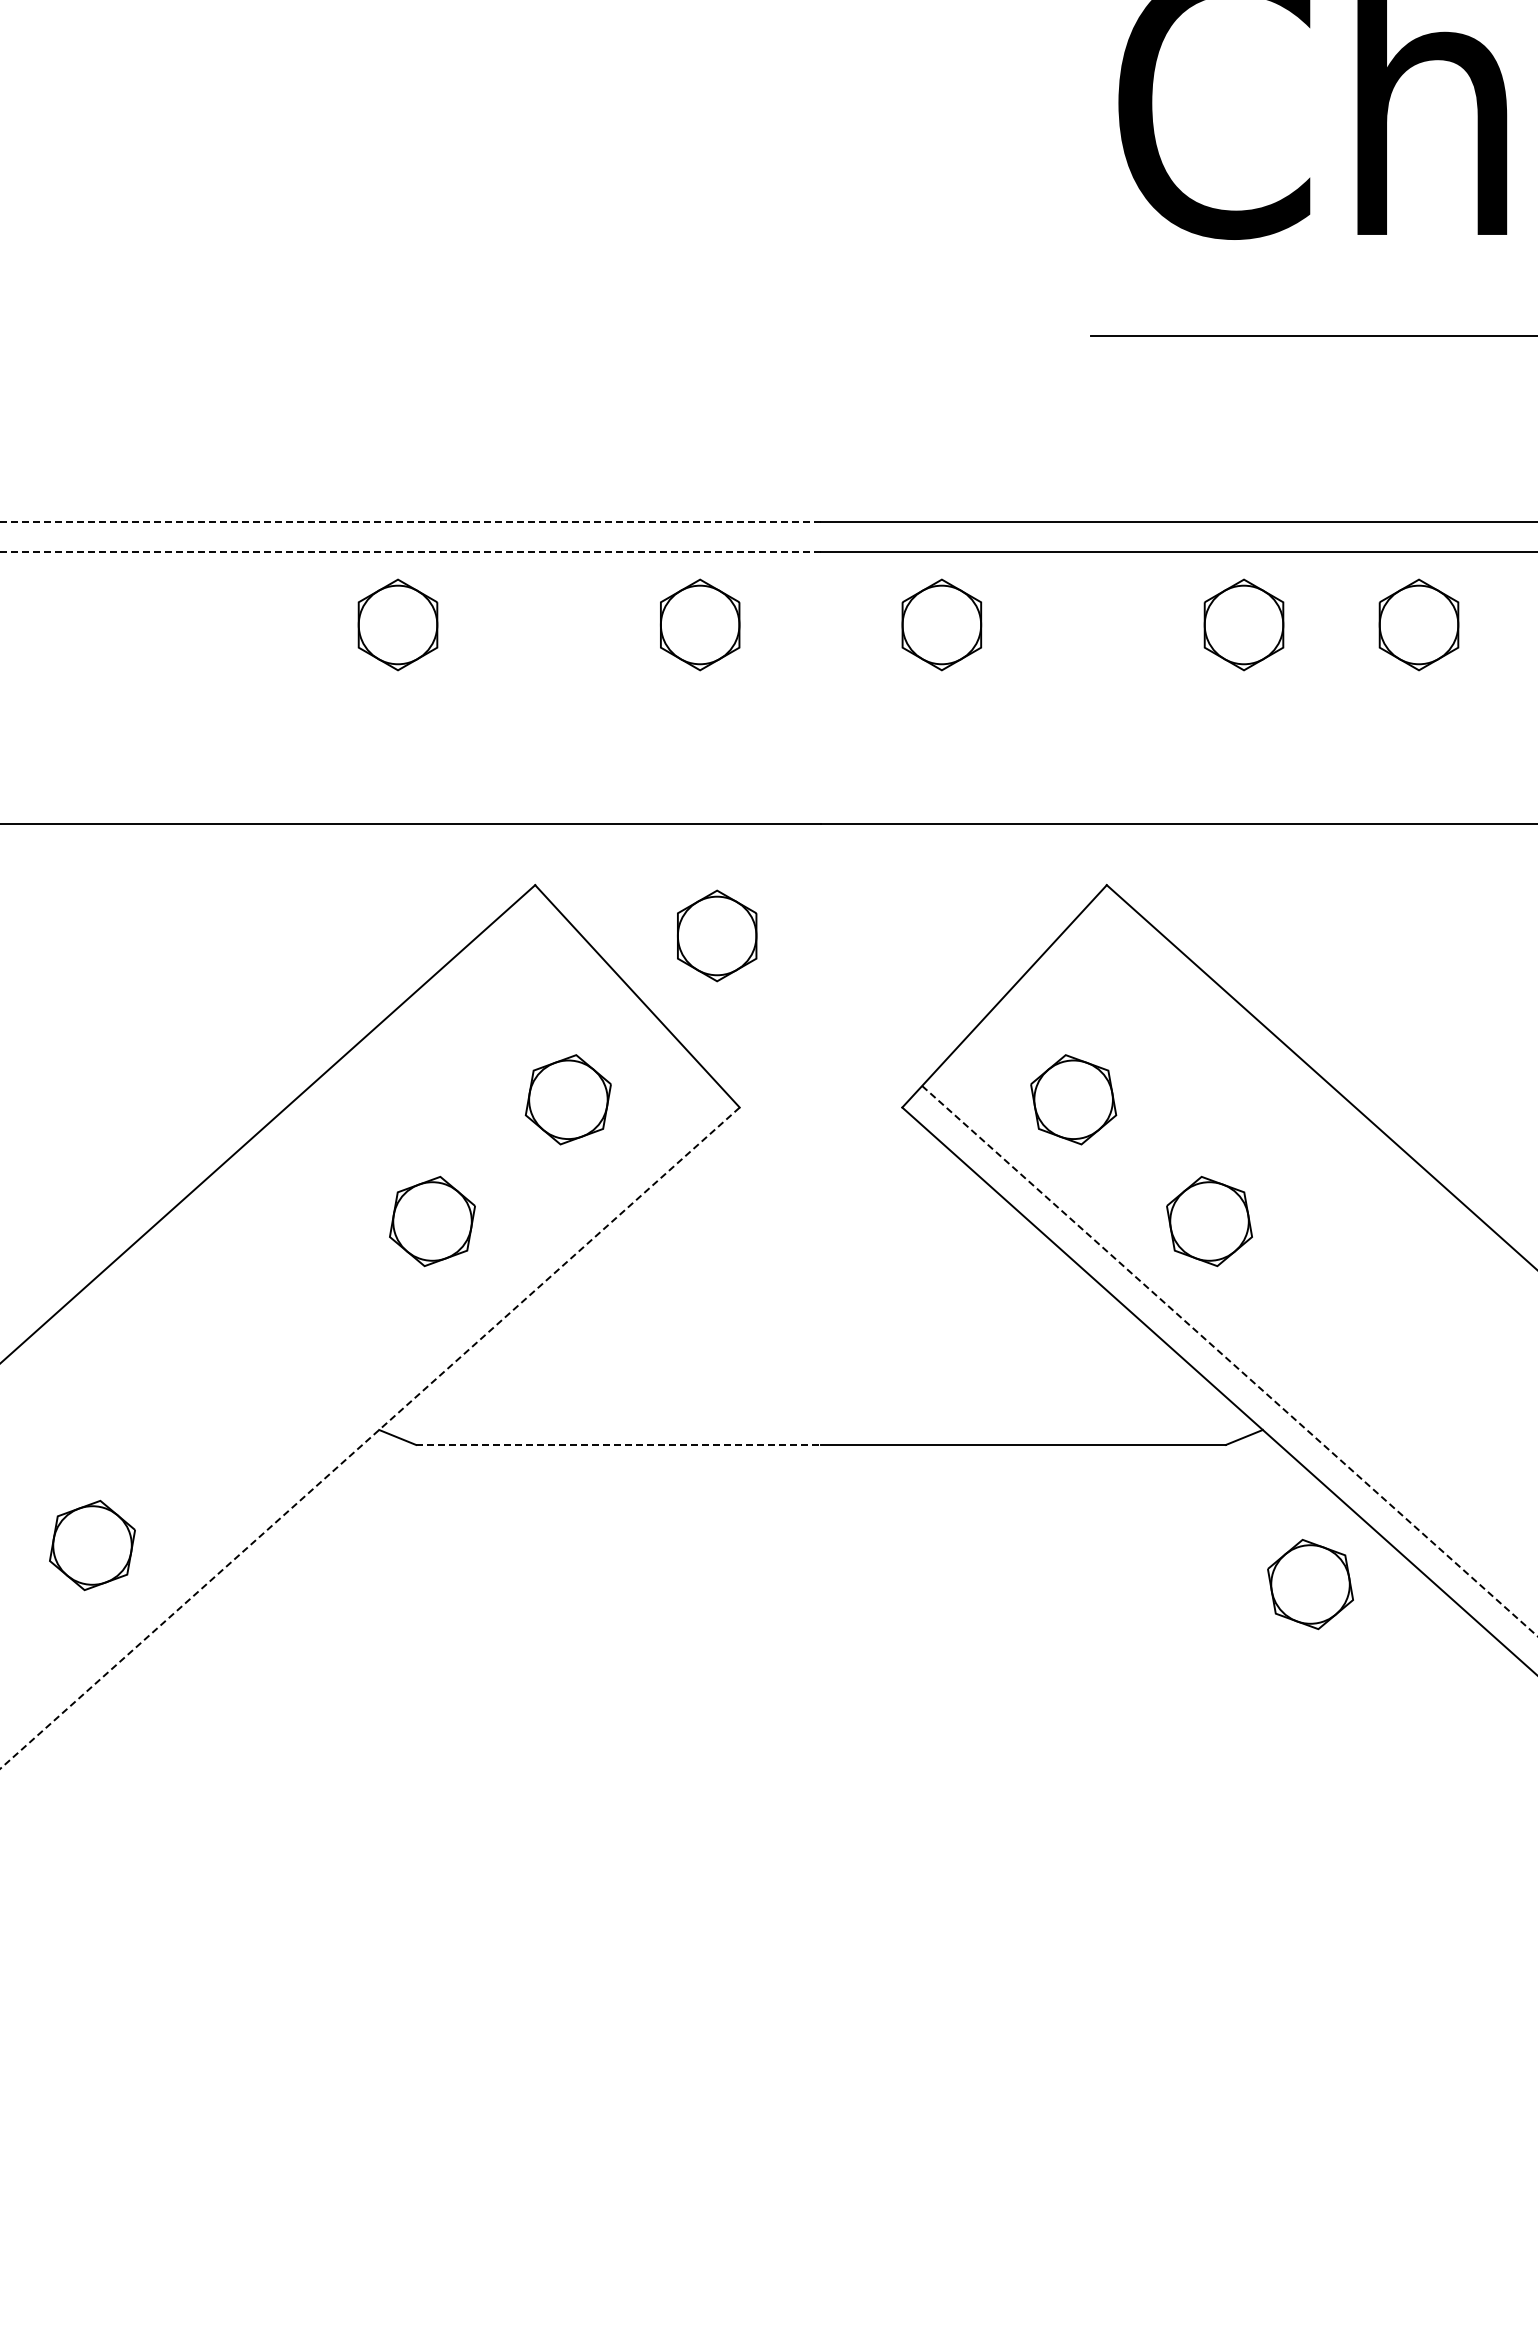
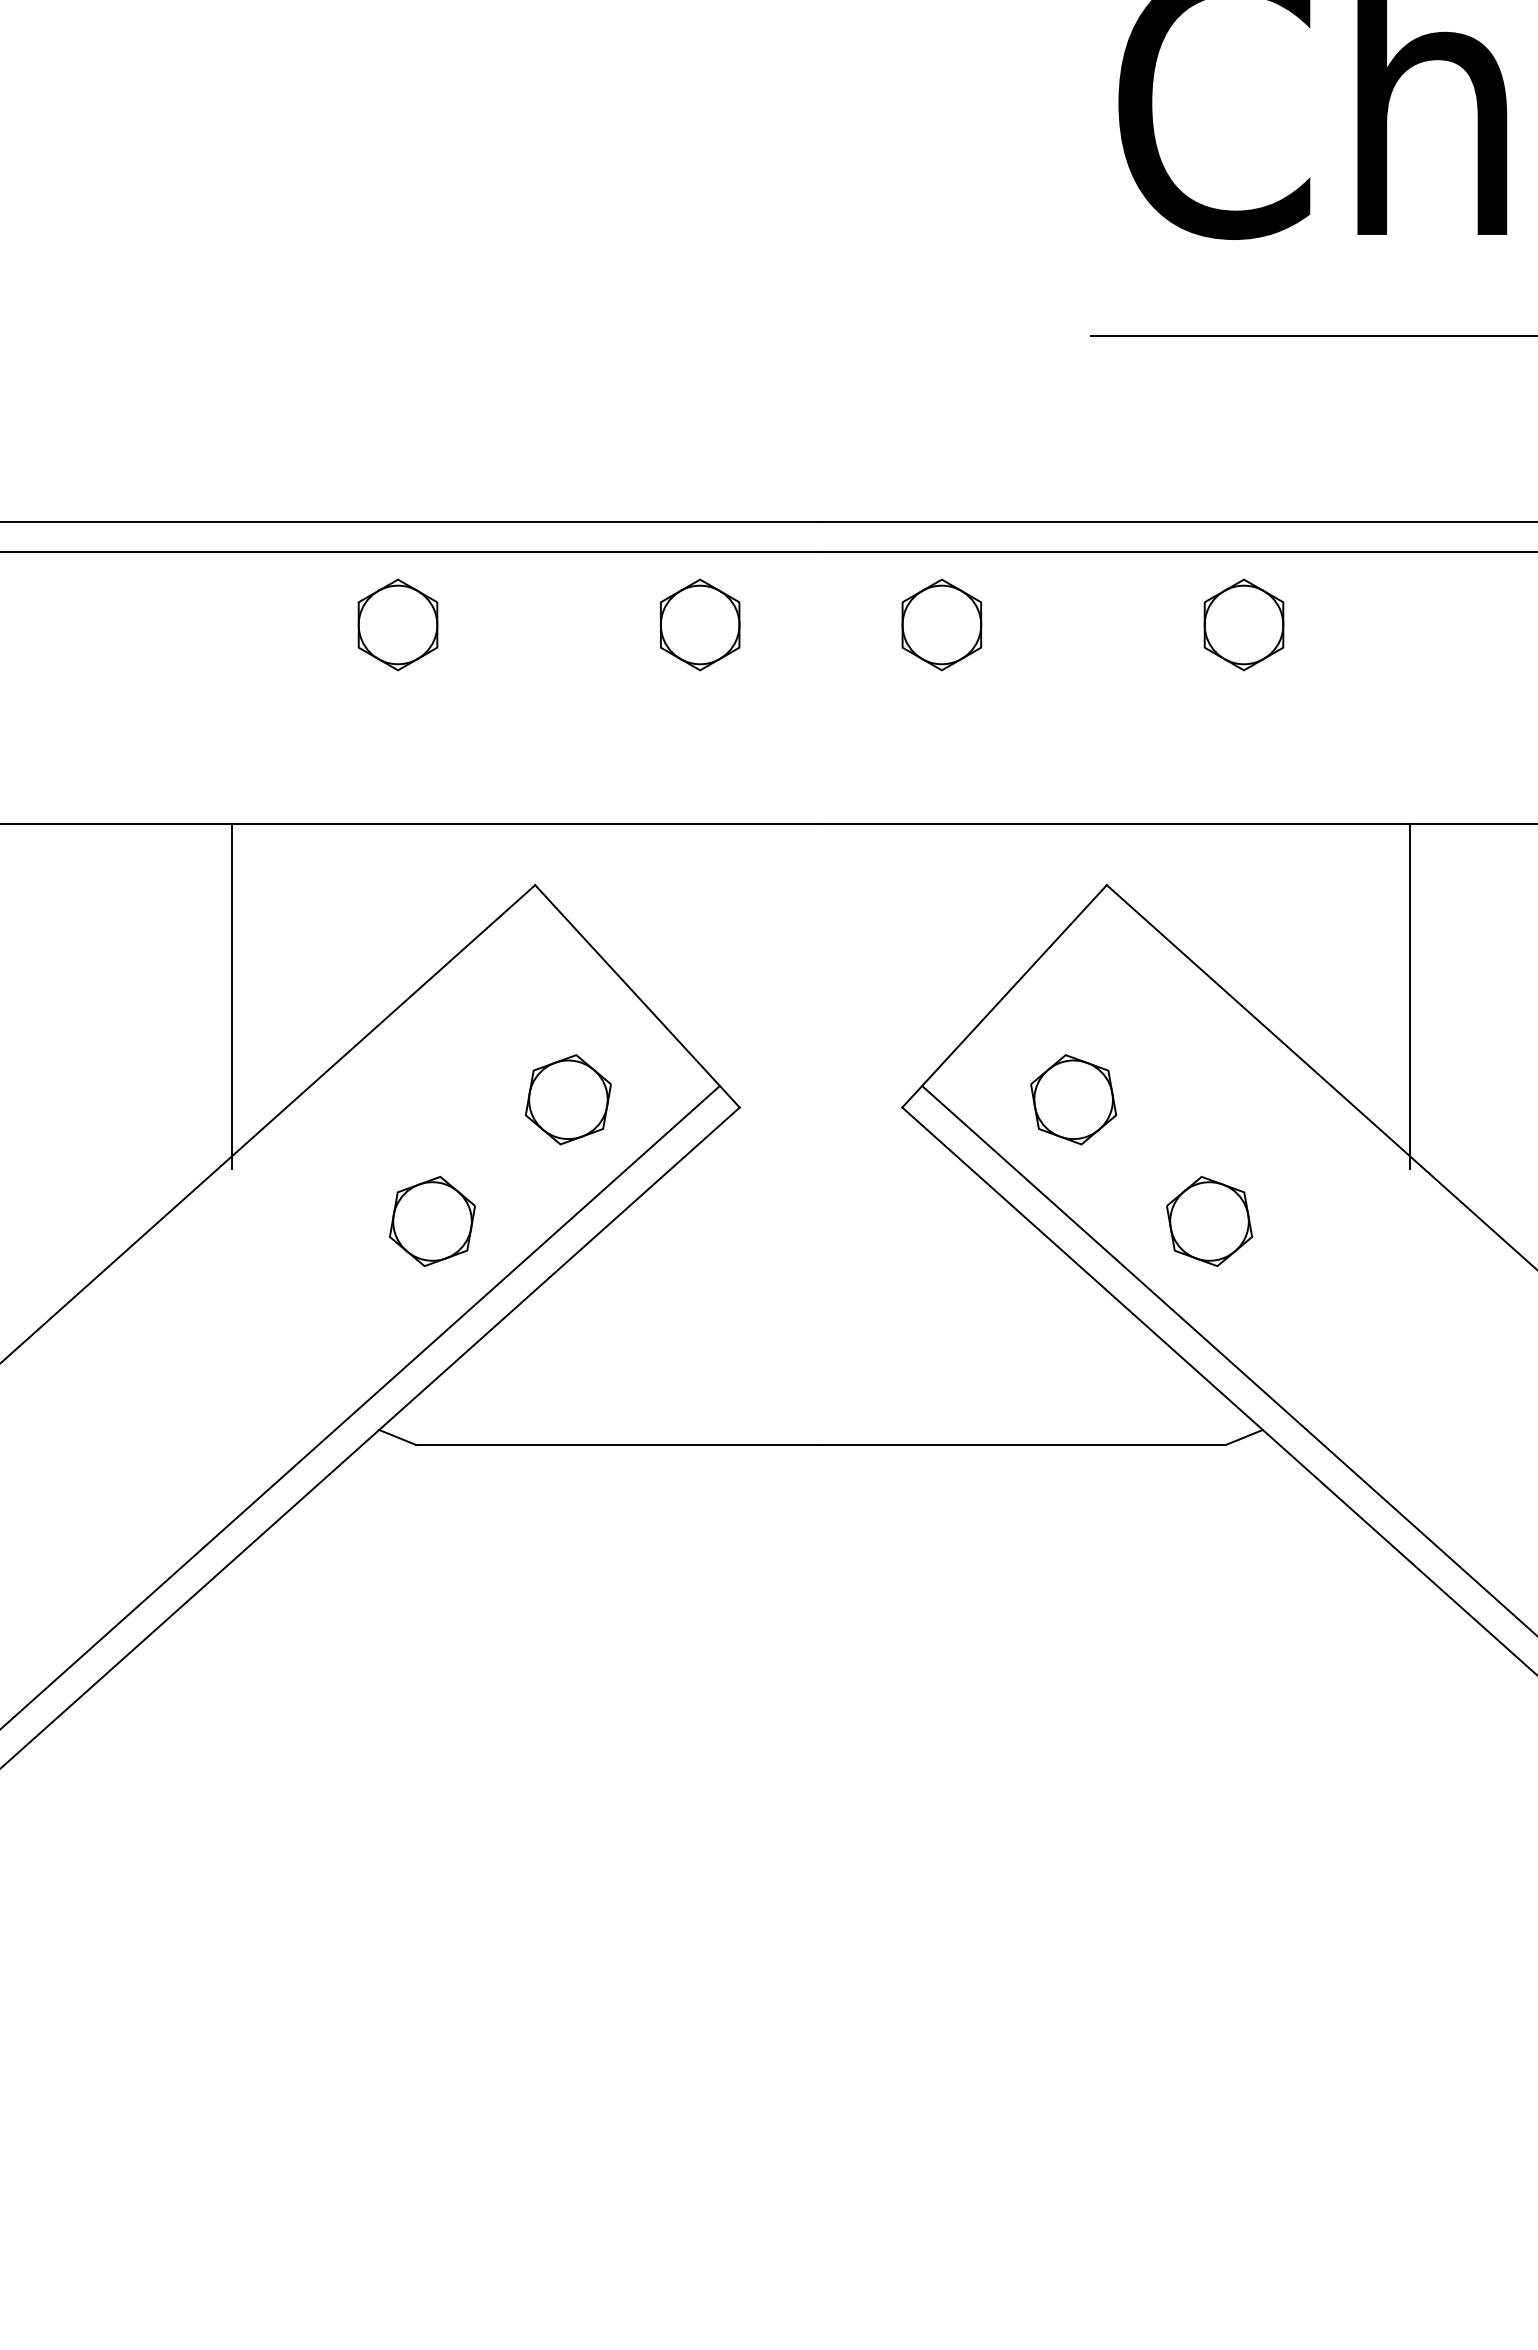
line at (410, 522): dashed -> solid
line at (410, 551): dashed -> solid
part at (1418, 624): present -> none
part at (717, 935): present -> none
line at (231, 996): none -> present
line at (1410, 996): none -> present
line at (1229, 1361): dashed -> solid
line at (360, 1406): none -> present
line at (370, 1438): dashed -> solid
line at (619, 1444): dashed -> solid
part at (92, 1545): present -> none
part at (1310, 1584): present -> none
